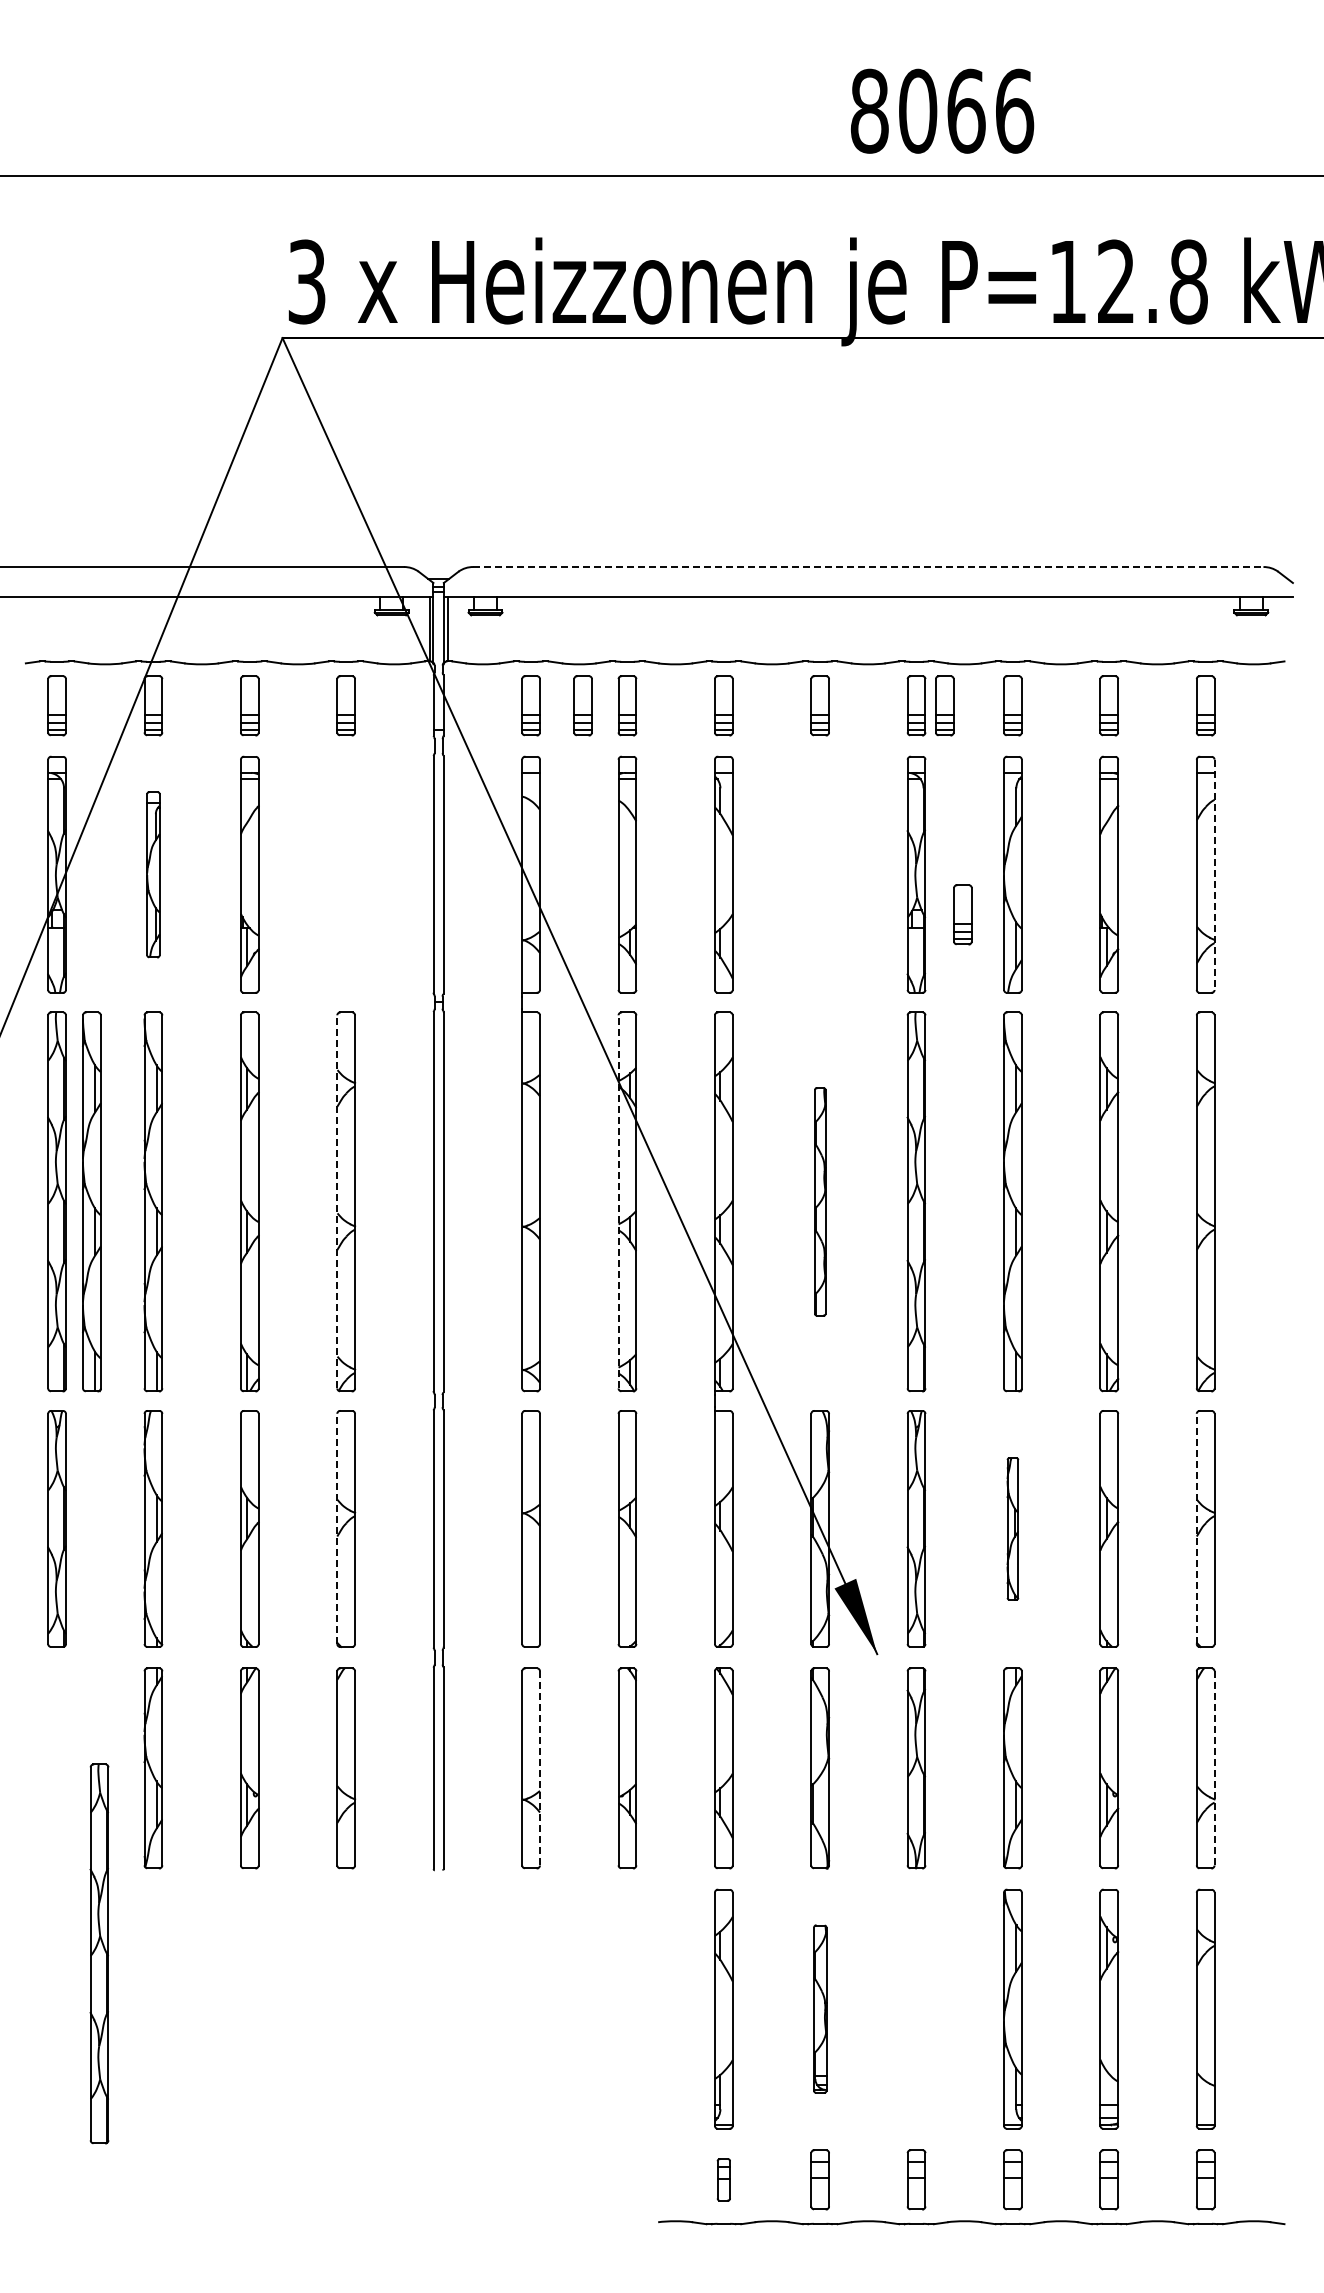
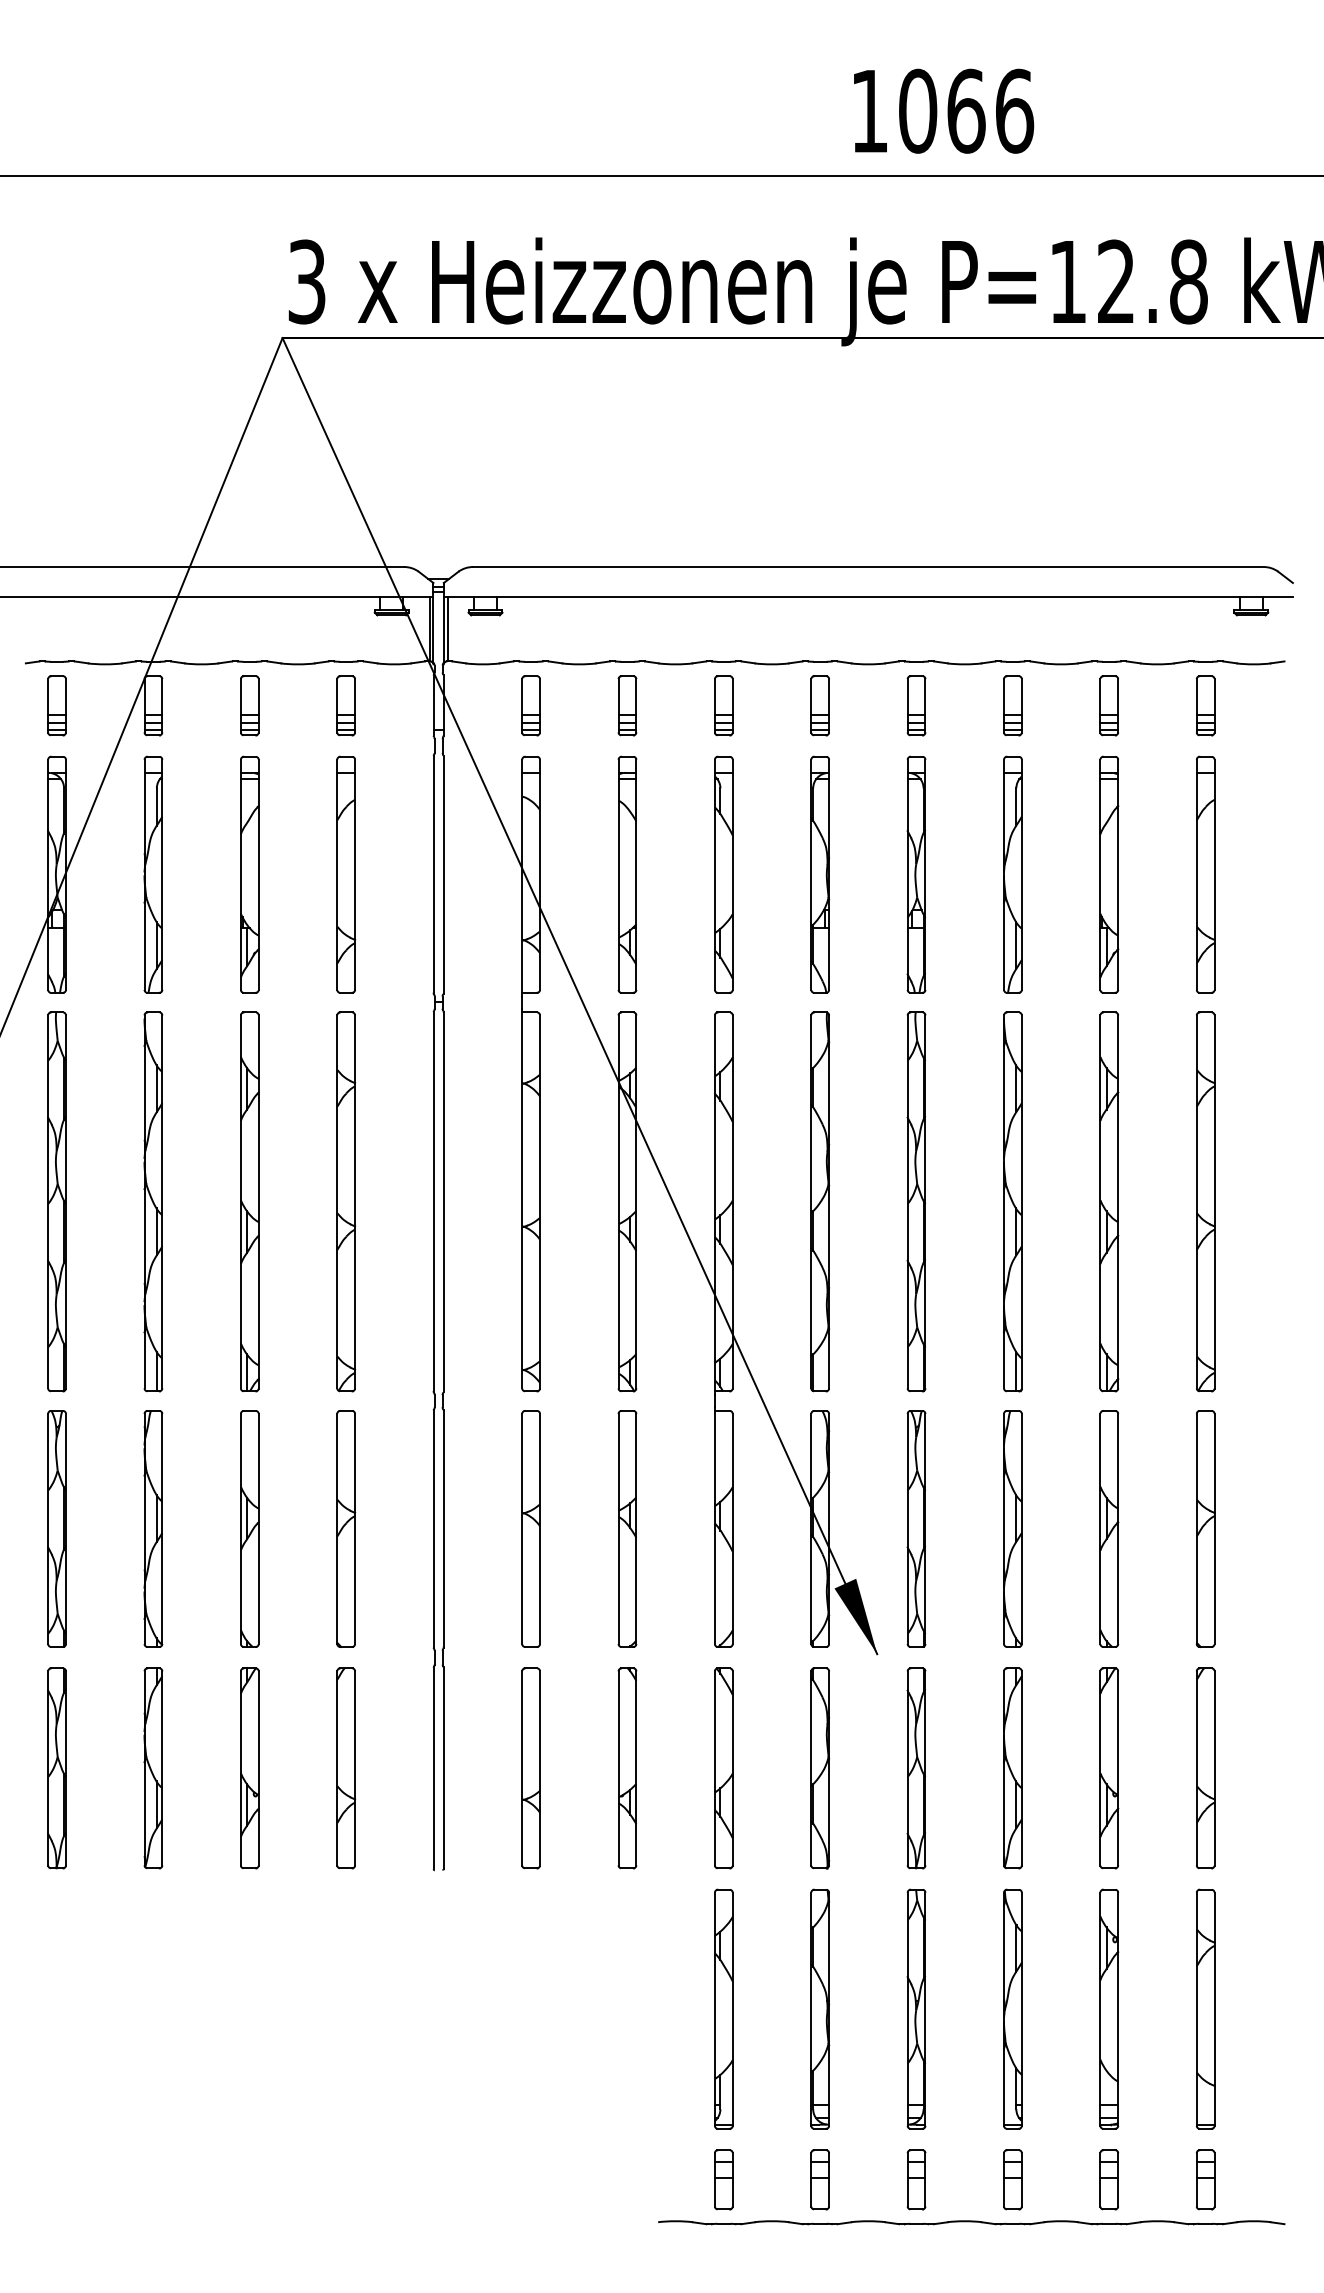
text at (869, 110): 8066 -> 1066
line at (868, 567): dashed -> solid
part at (582, 705): present -> none
part at (944, 705): present -> none
part at (153, 874) size: 15x168 px -> 21x239 px
part at (346, 874): none -> present
part at (820, 874): none -> present
line at (1214, 875): dashed -> solid
part at (962, 914): present -> none
part at (91, 1201): present -> none
line at (337, 1201): dashed -> solid
line at (618, 1201): dashed -> solid
part at (820, 1201) size: 13x230 px -> 21x382 px
line at (337, 1528): dashed -> solid
part at (1012, 1528) size: 14x144 px -> 20x238 px
line at (1196, 1528): dashed -> solid
part at (56, 1768): none -> present
line at (540, 1768): dashed -> solid
line at (1214, 1768): dashed -> solid
part at (99, 1953): present -> none
part at (820, 2008) size: 15x170 px -> 21x242 px
part at (916, 2008): none -> present
part at (723, 2179) size: 15x44 px -> 20x62 px
